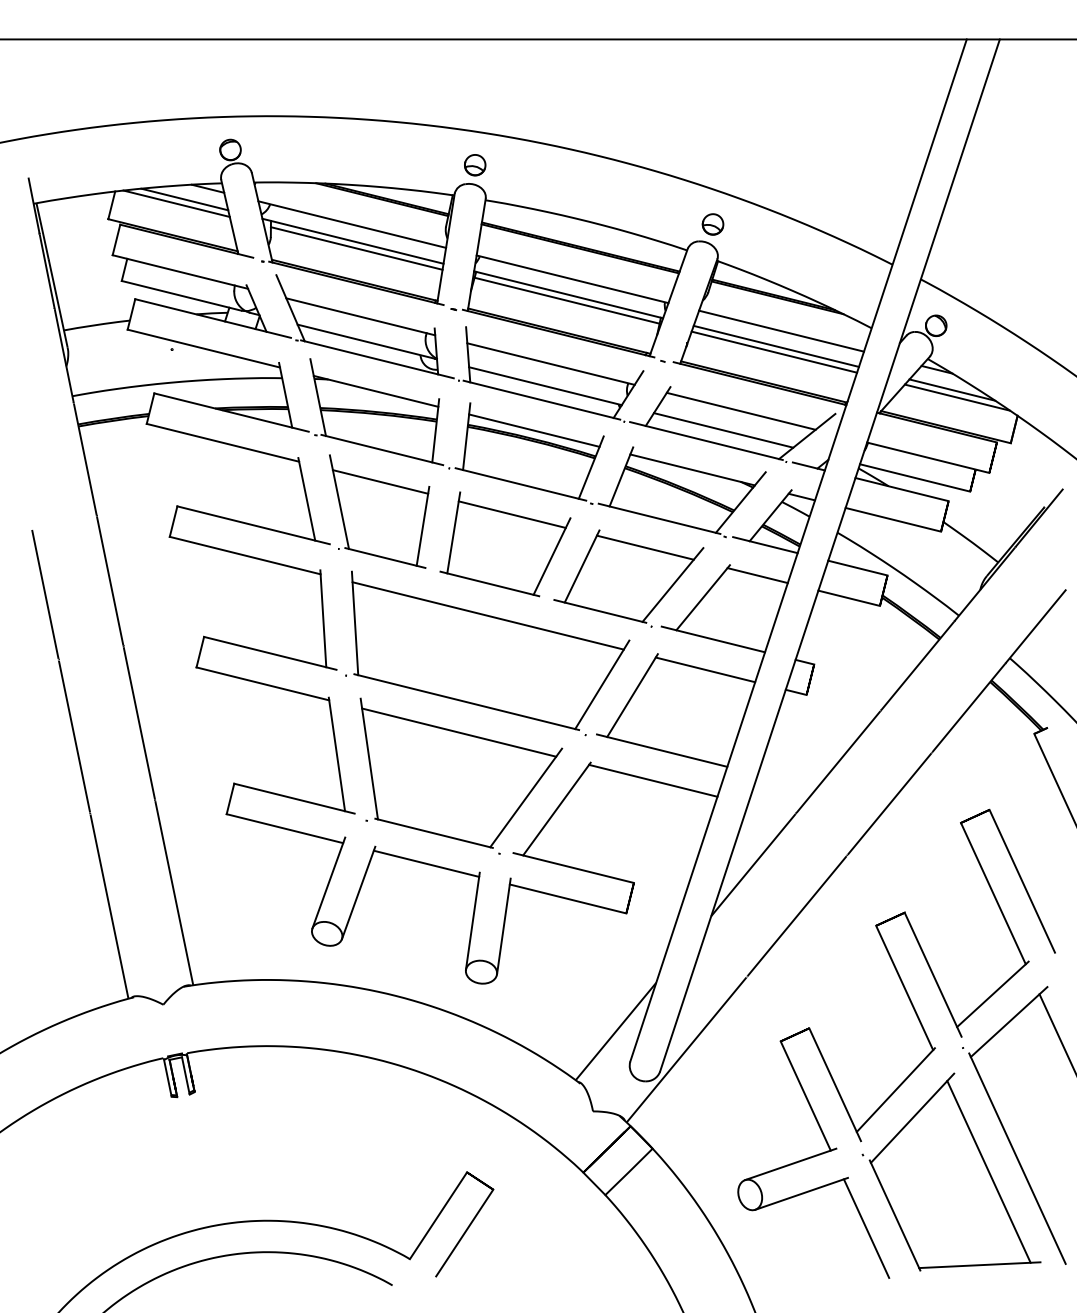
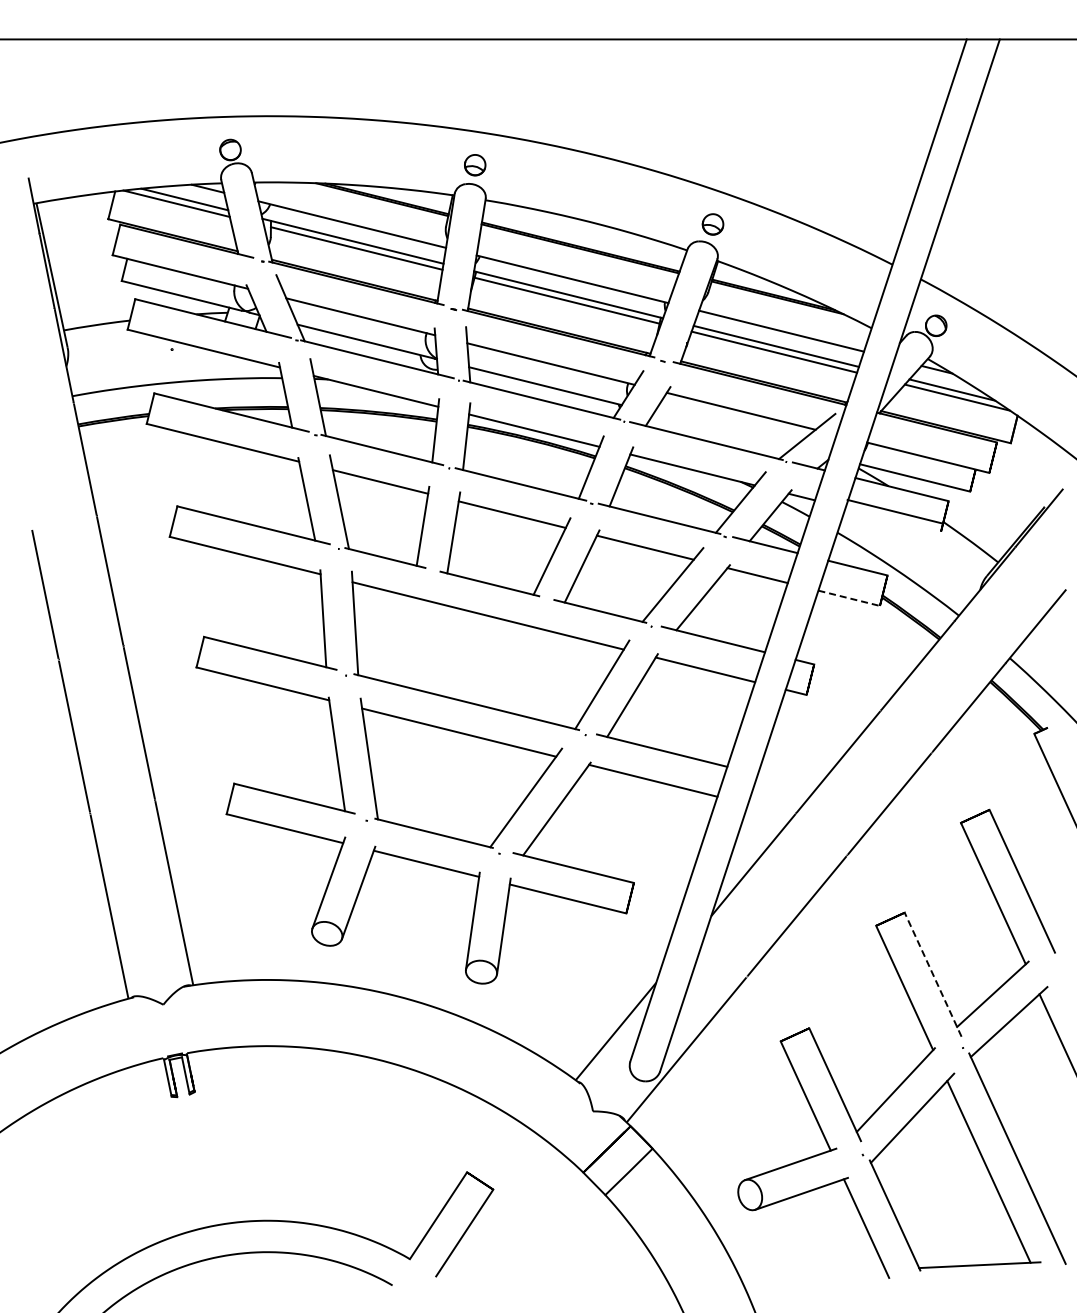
line at (723, 430): present -> none
line at (893, 519) position: (893, 519) -> (895, 511)
line at (849, 598): solid -> dashed
line at (932, 974): solid -> dashed
